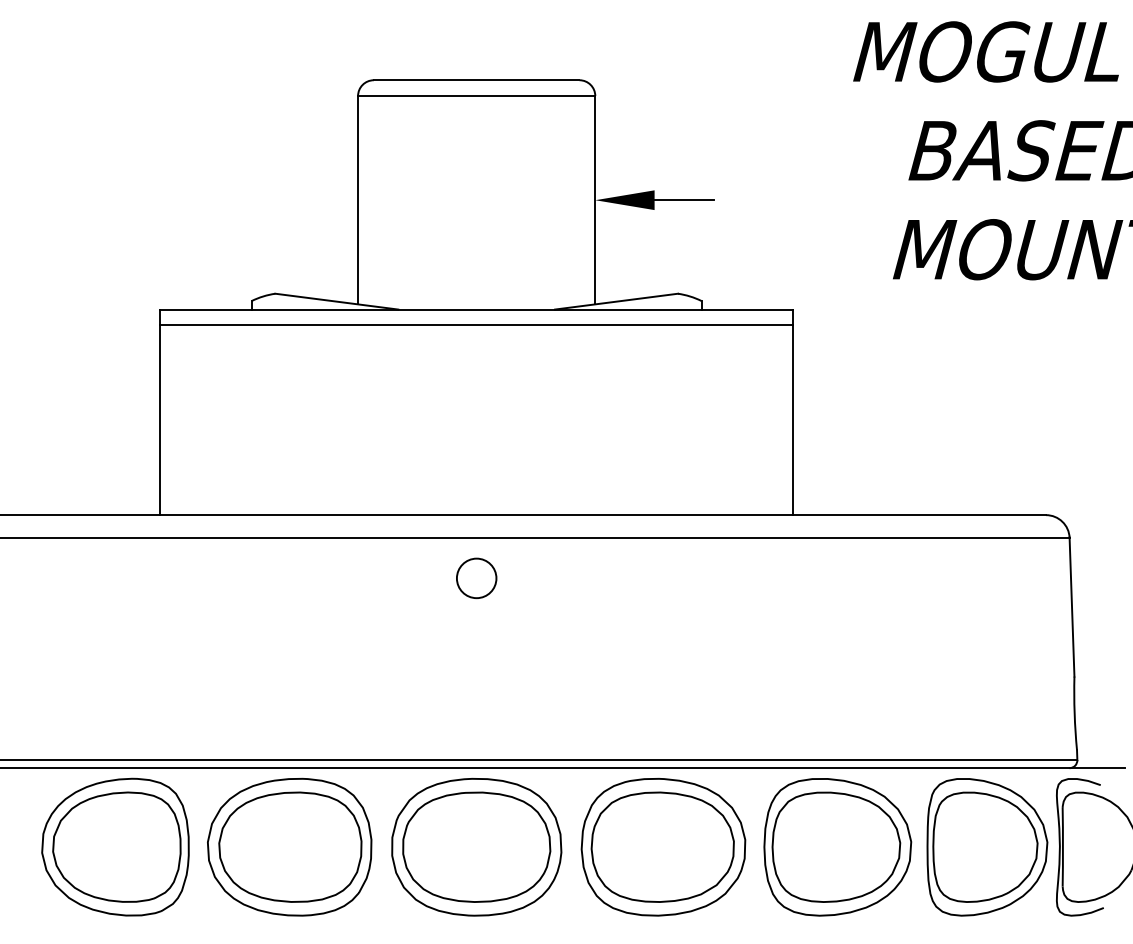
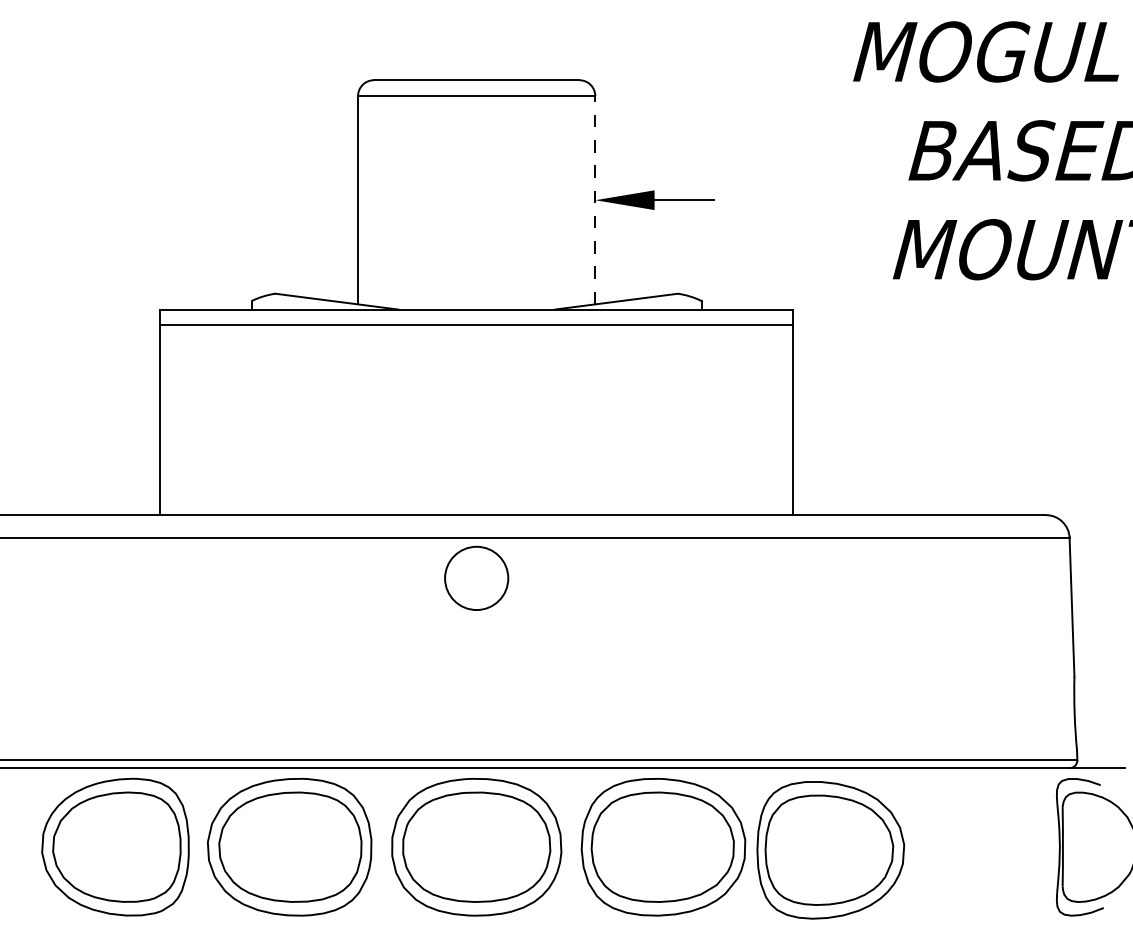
line at (595, 199): solid -> dashed
circle at (476, 578) diameter: 40 px -> 63 px
part at (837, 847) position: (837, 847) -> (830, 850)
part at (987, 847): present -> none
